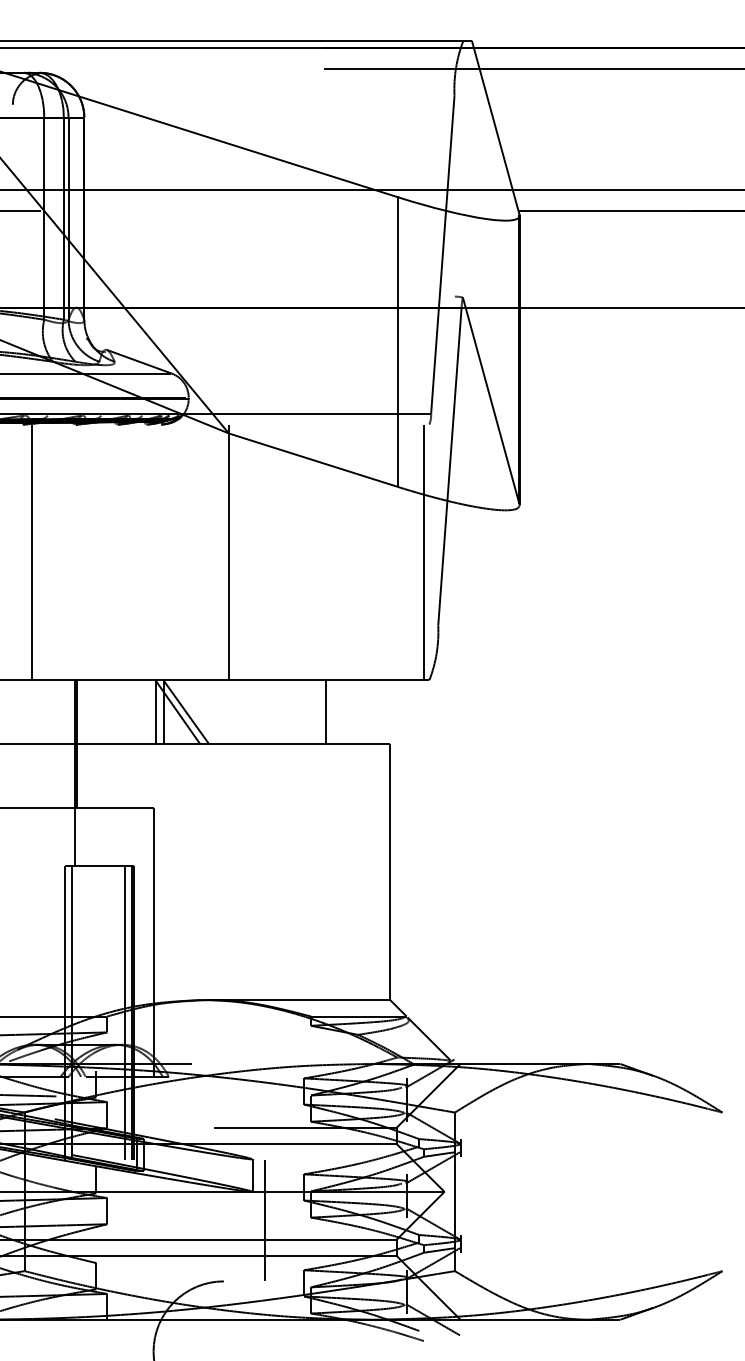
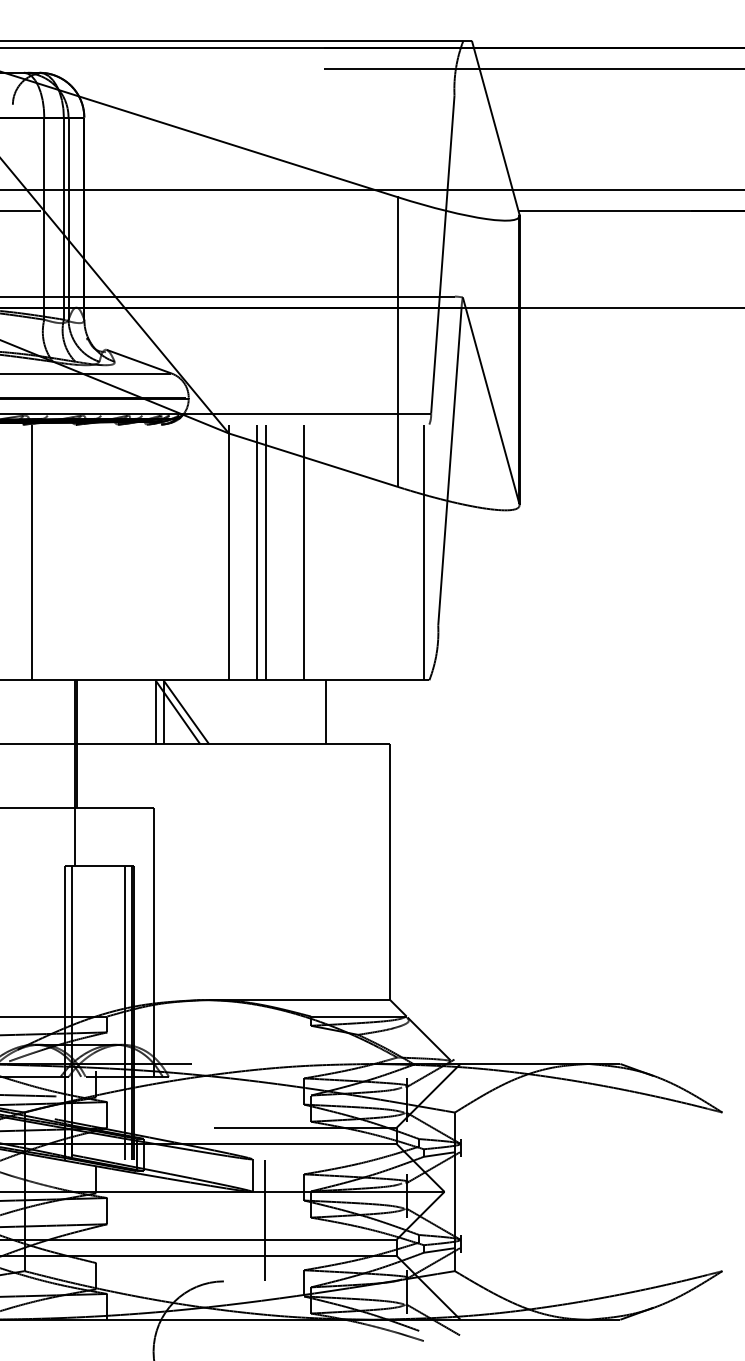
line at (228, 296): none -> present
line at (257, 552): none -> present
line at (266, 552): none -> present
line at (303, 552): none -> present
